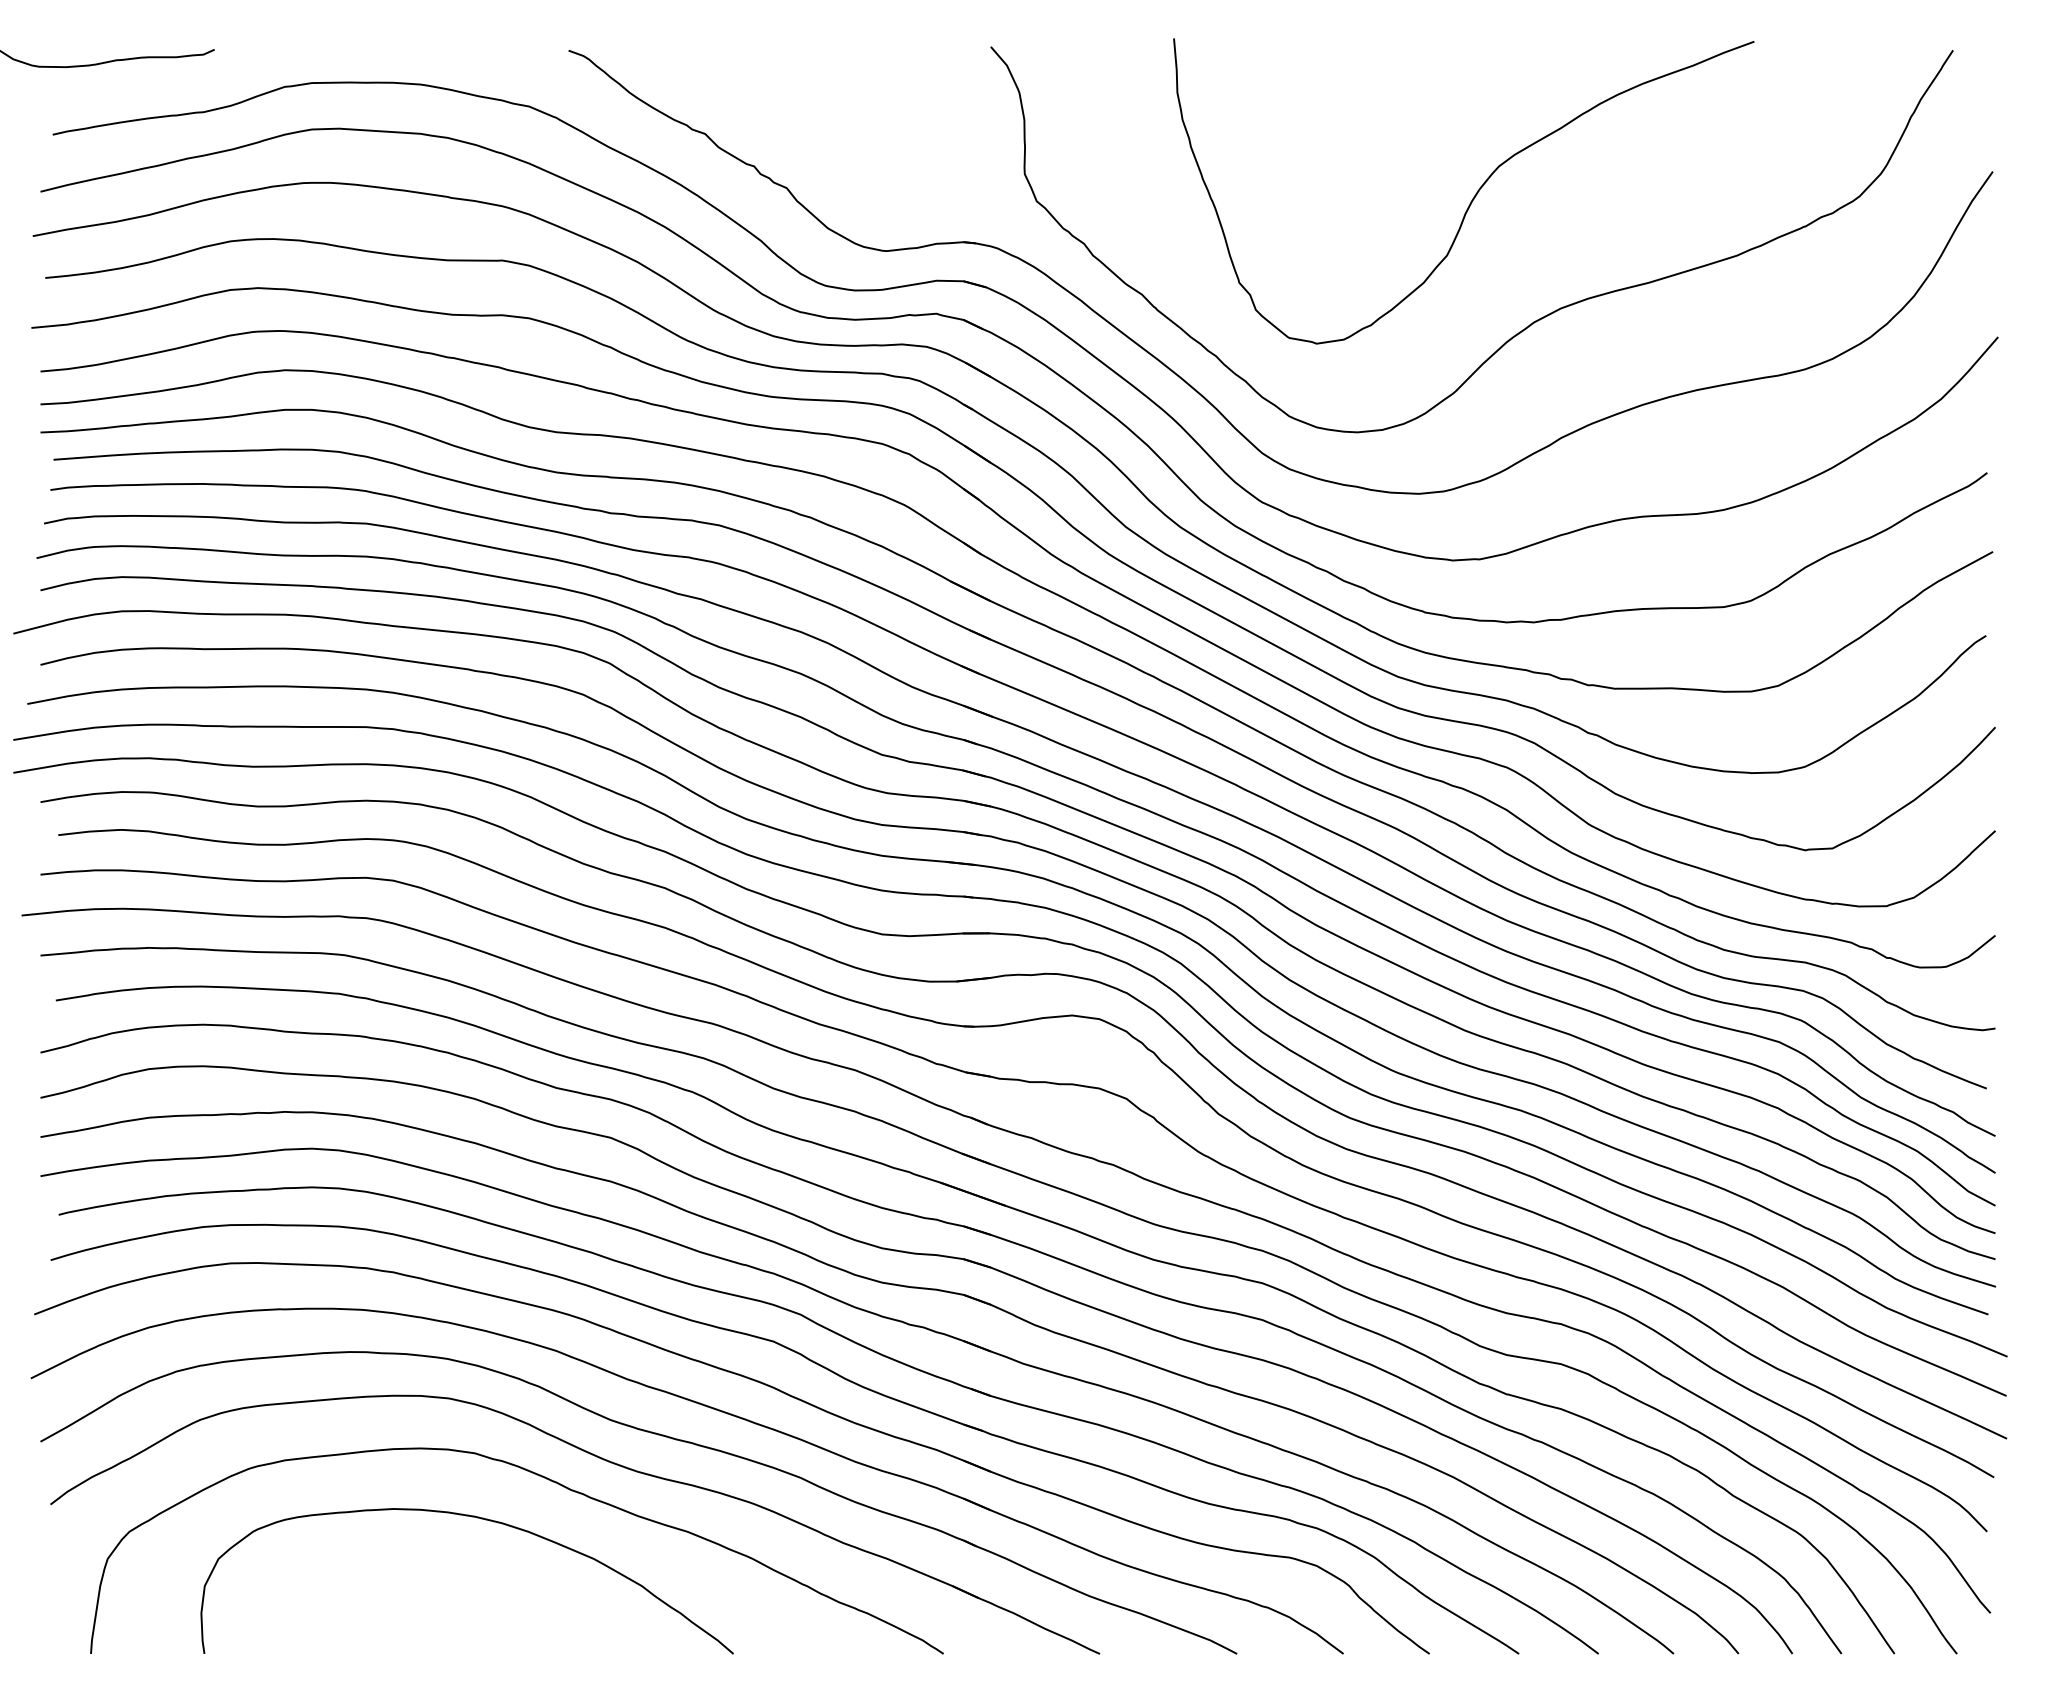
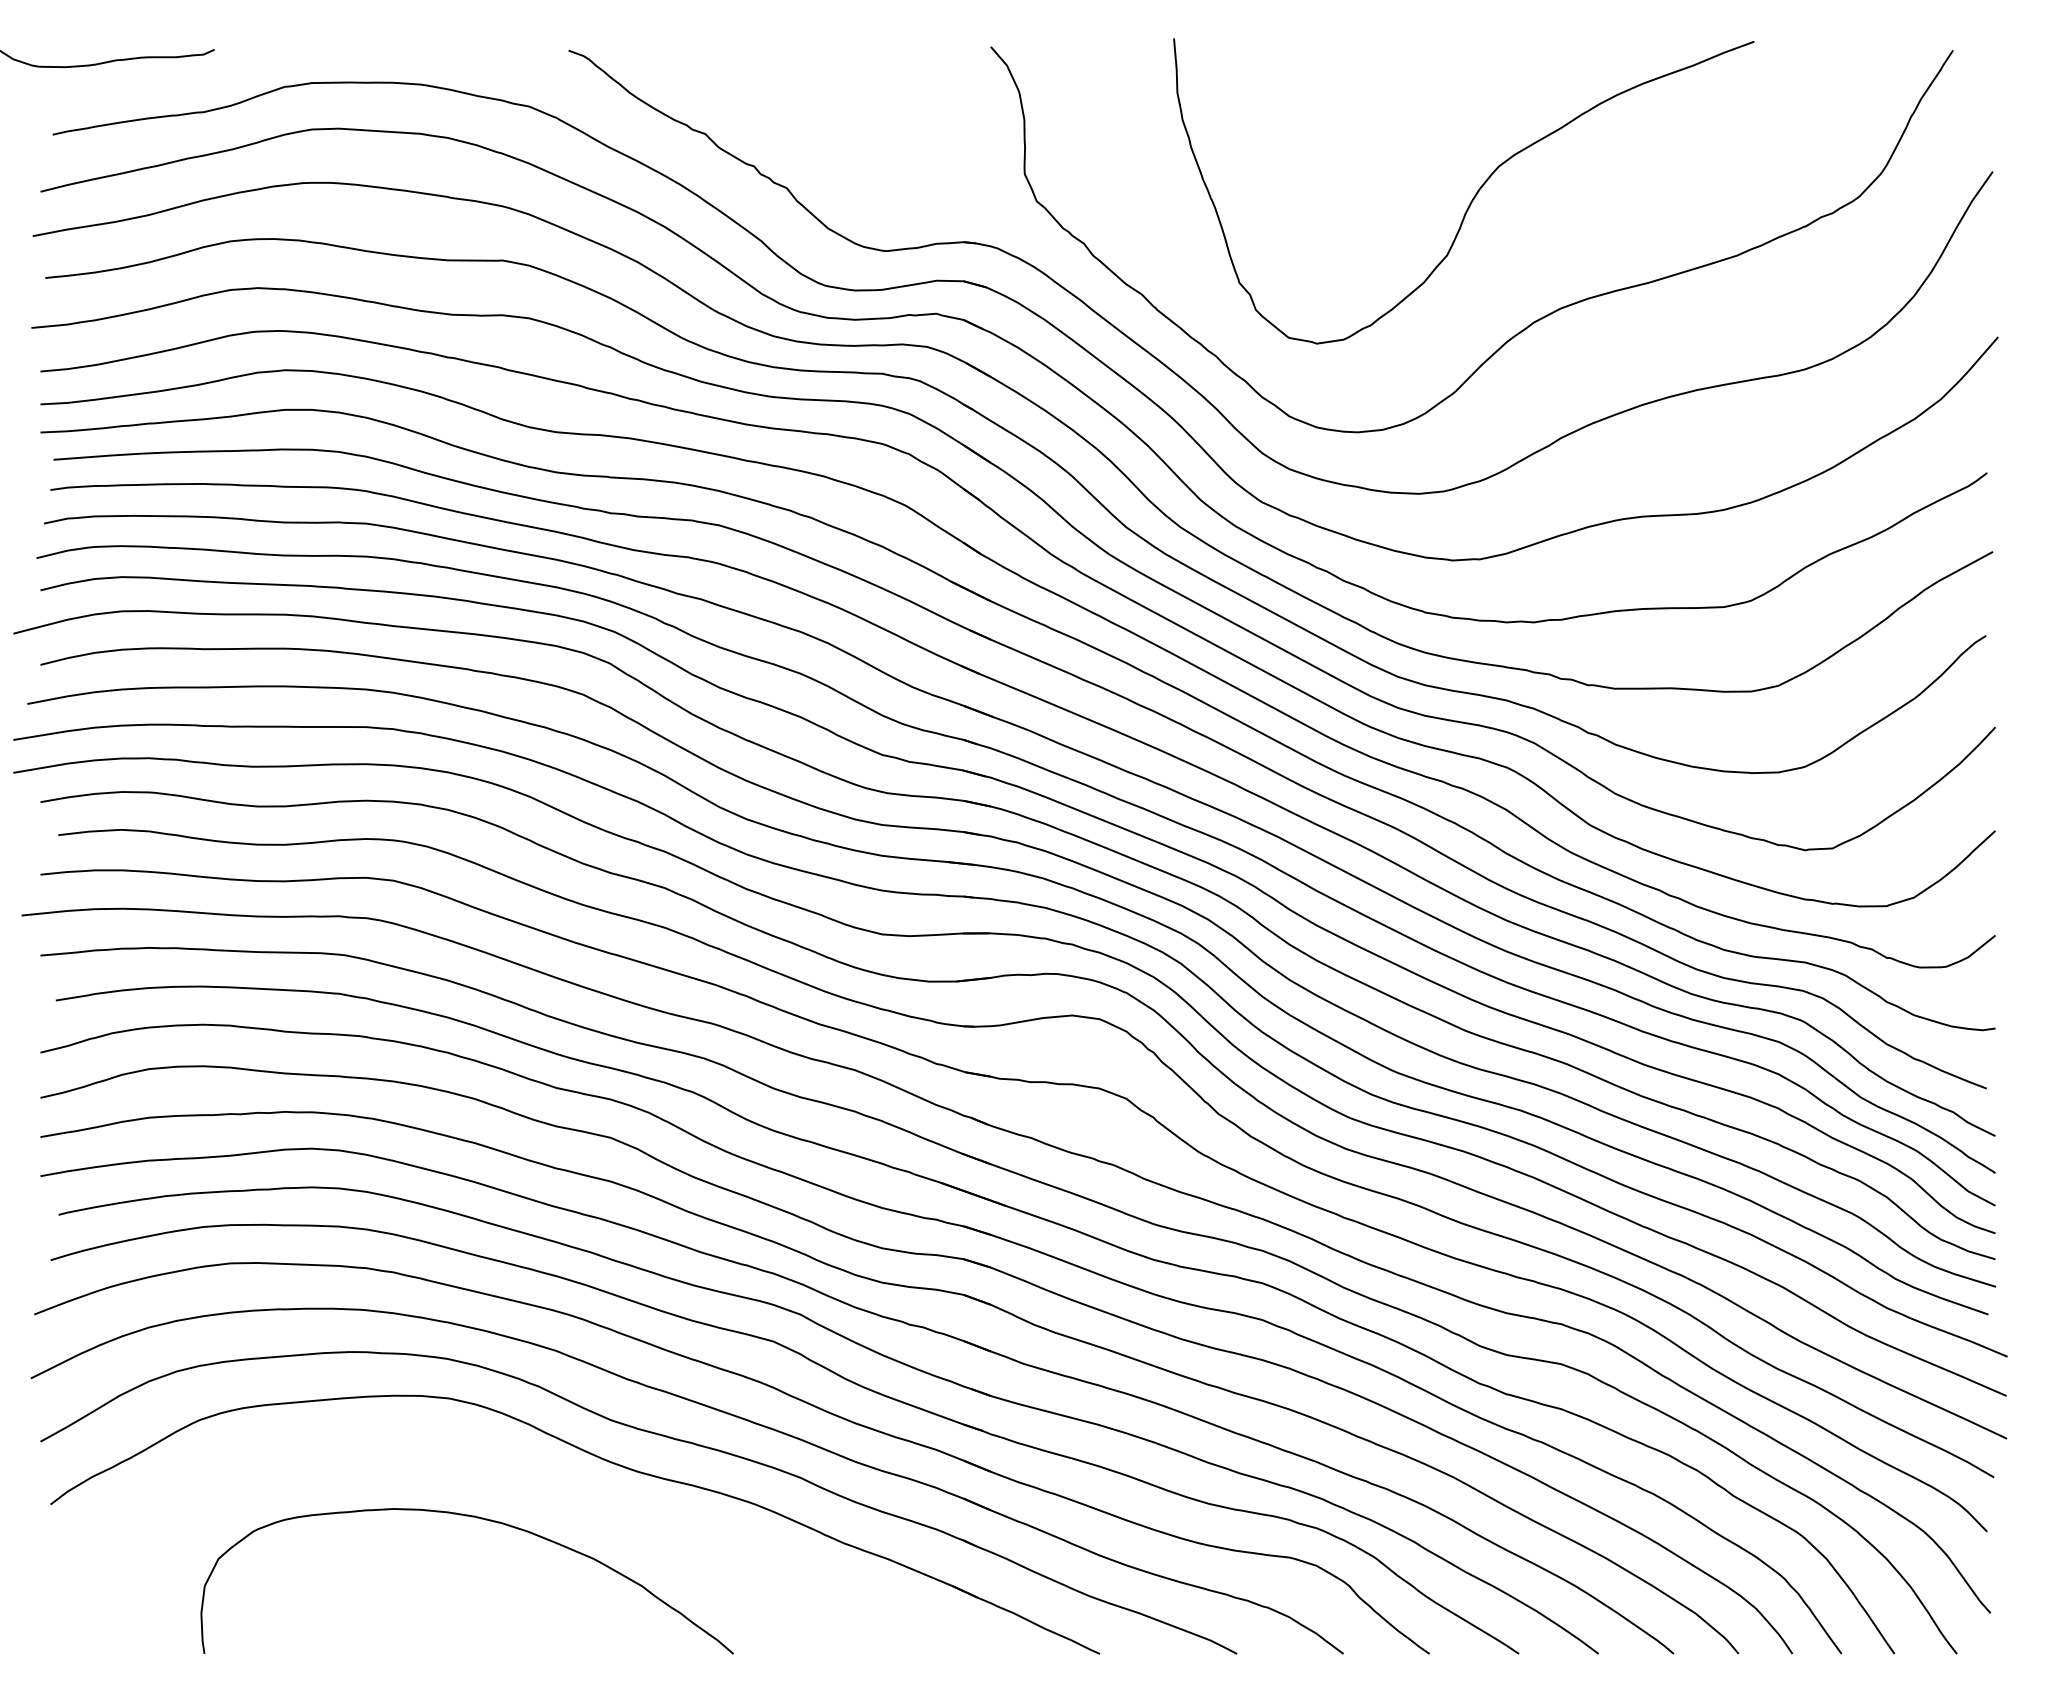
curve at (550, 1481): present -> none
